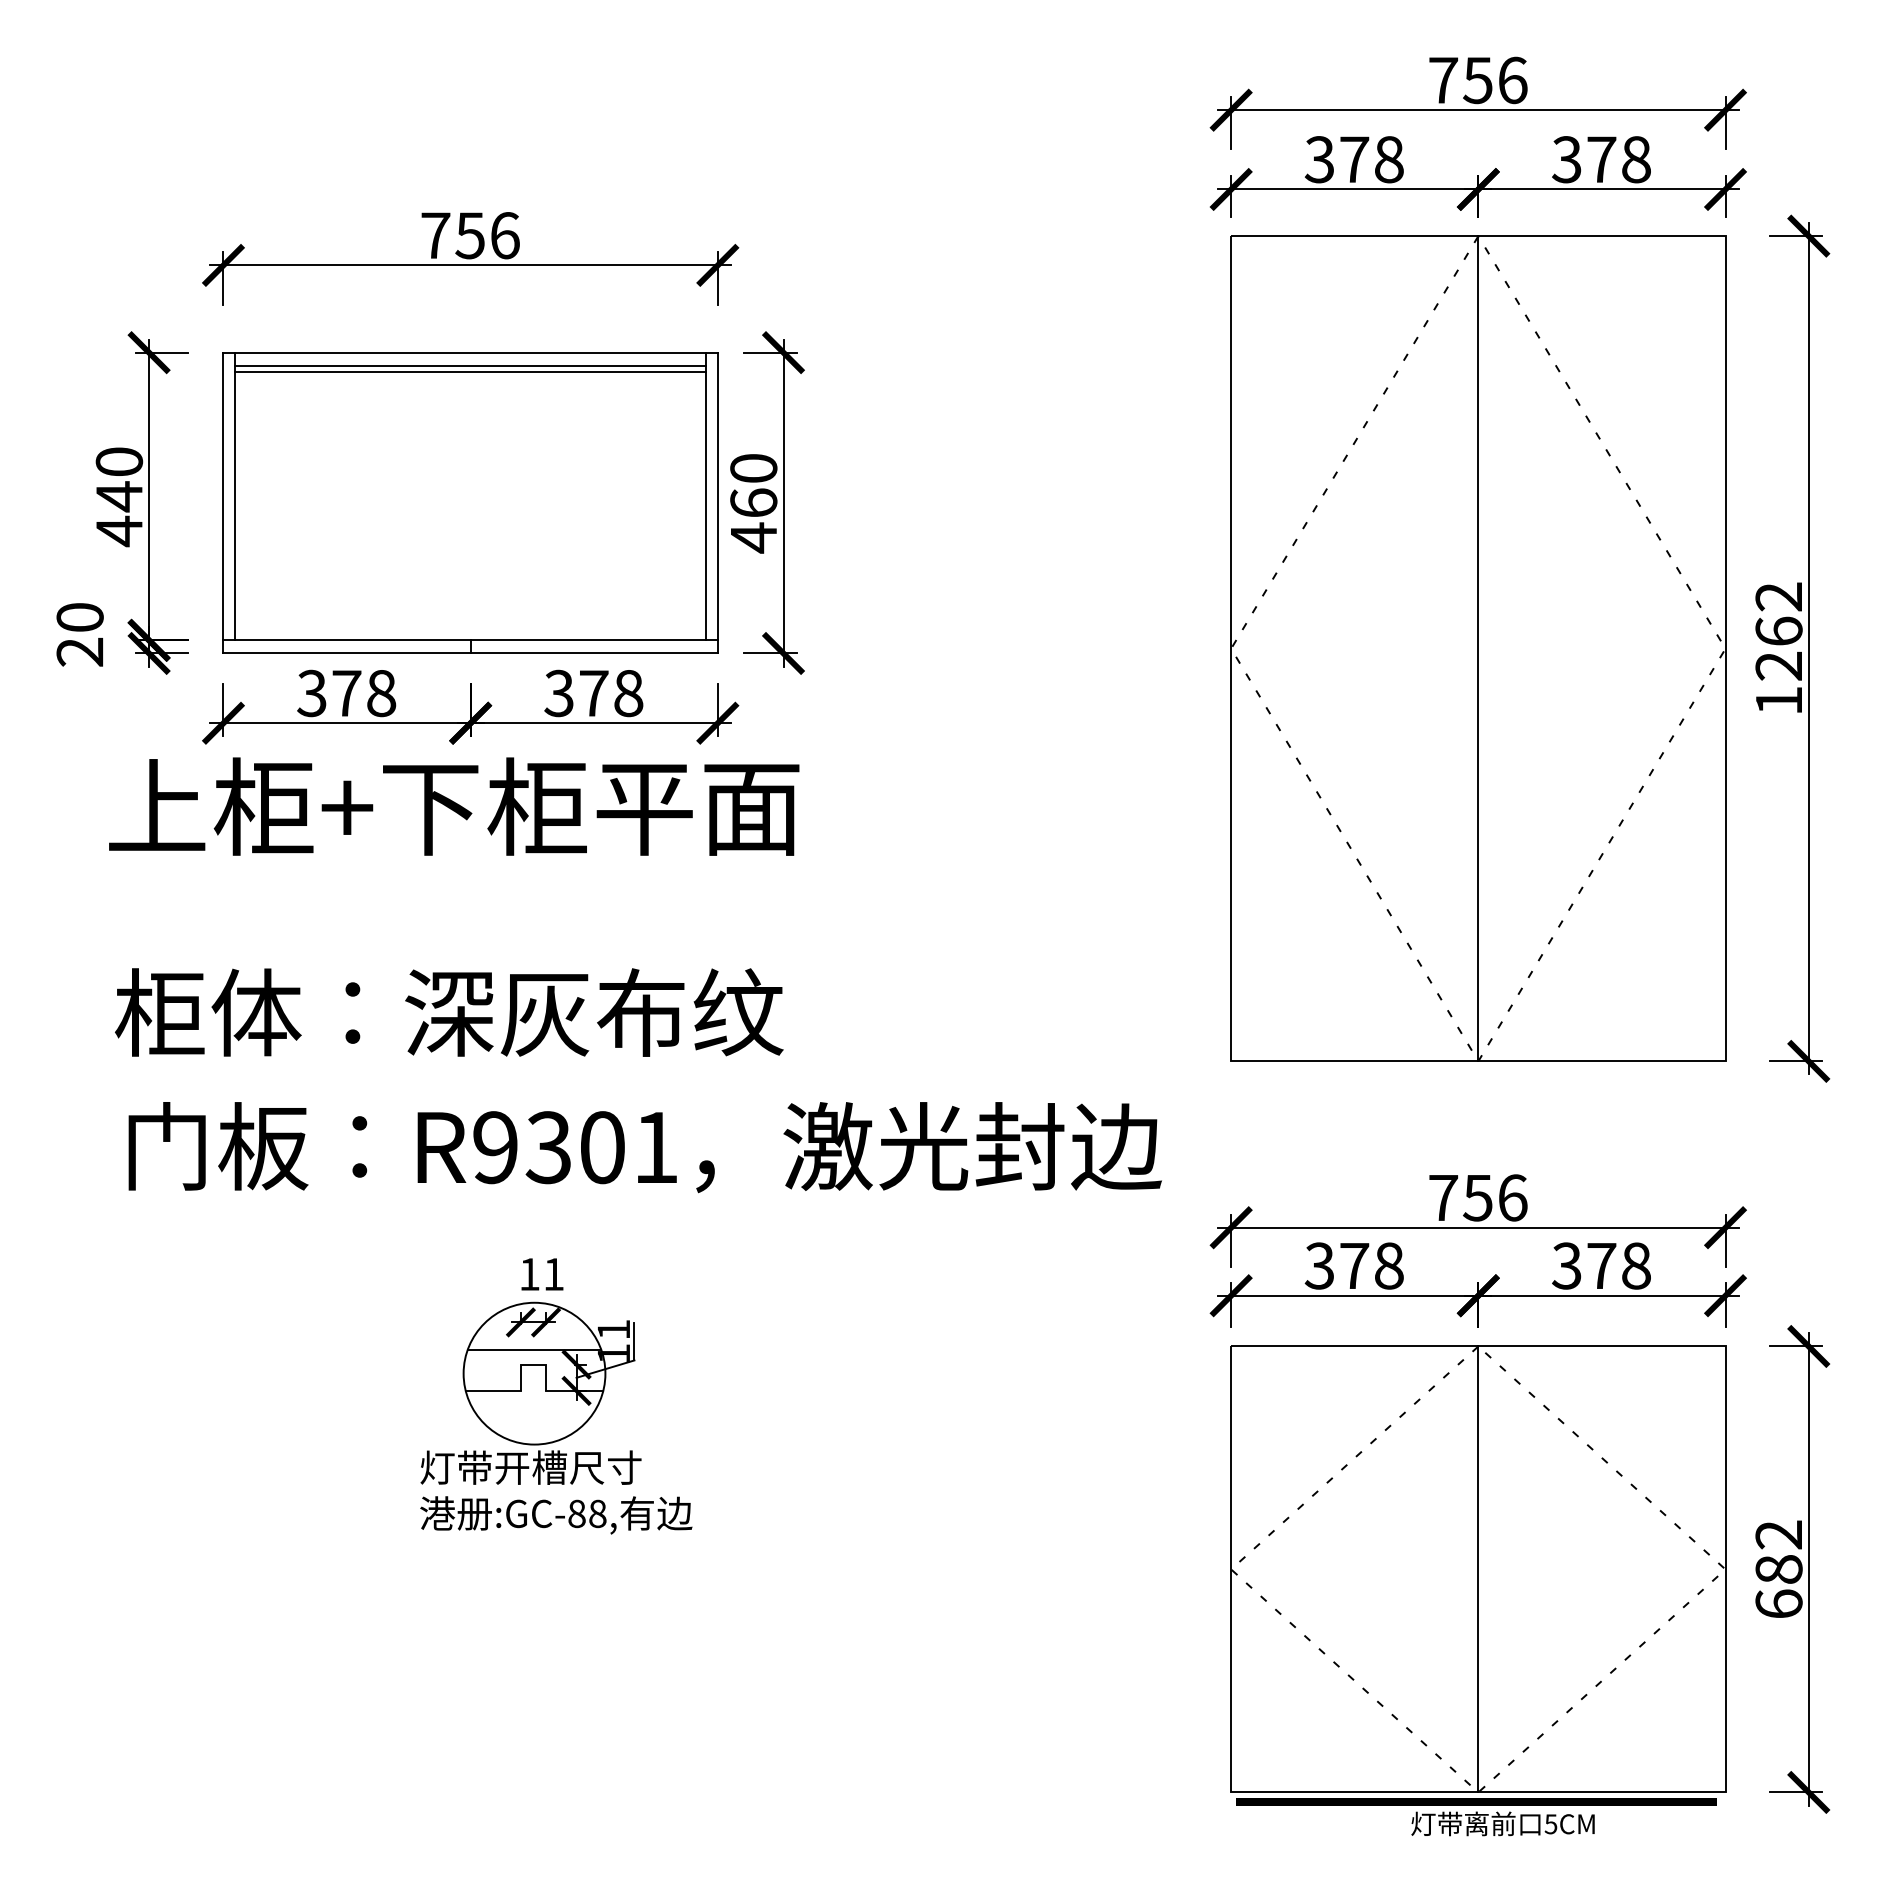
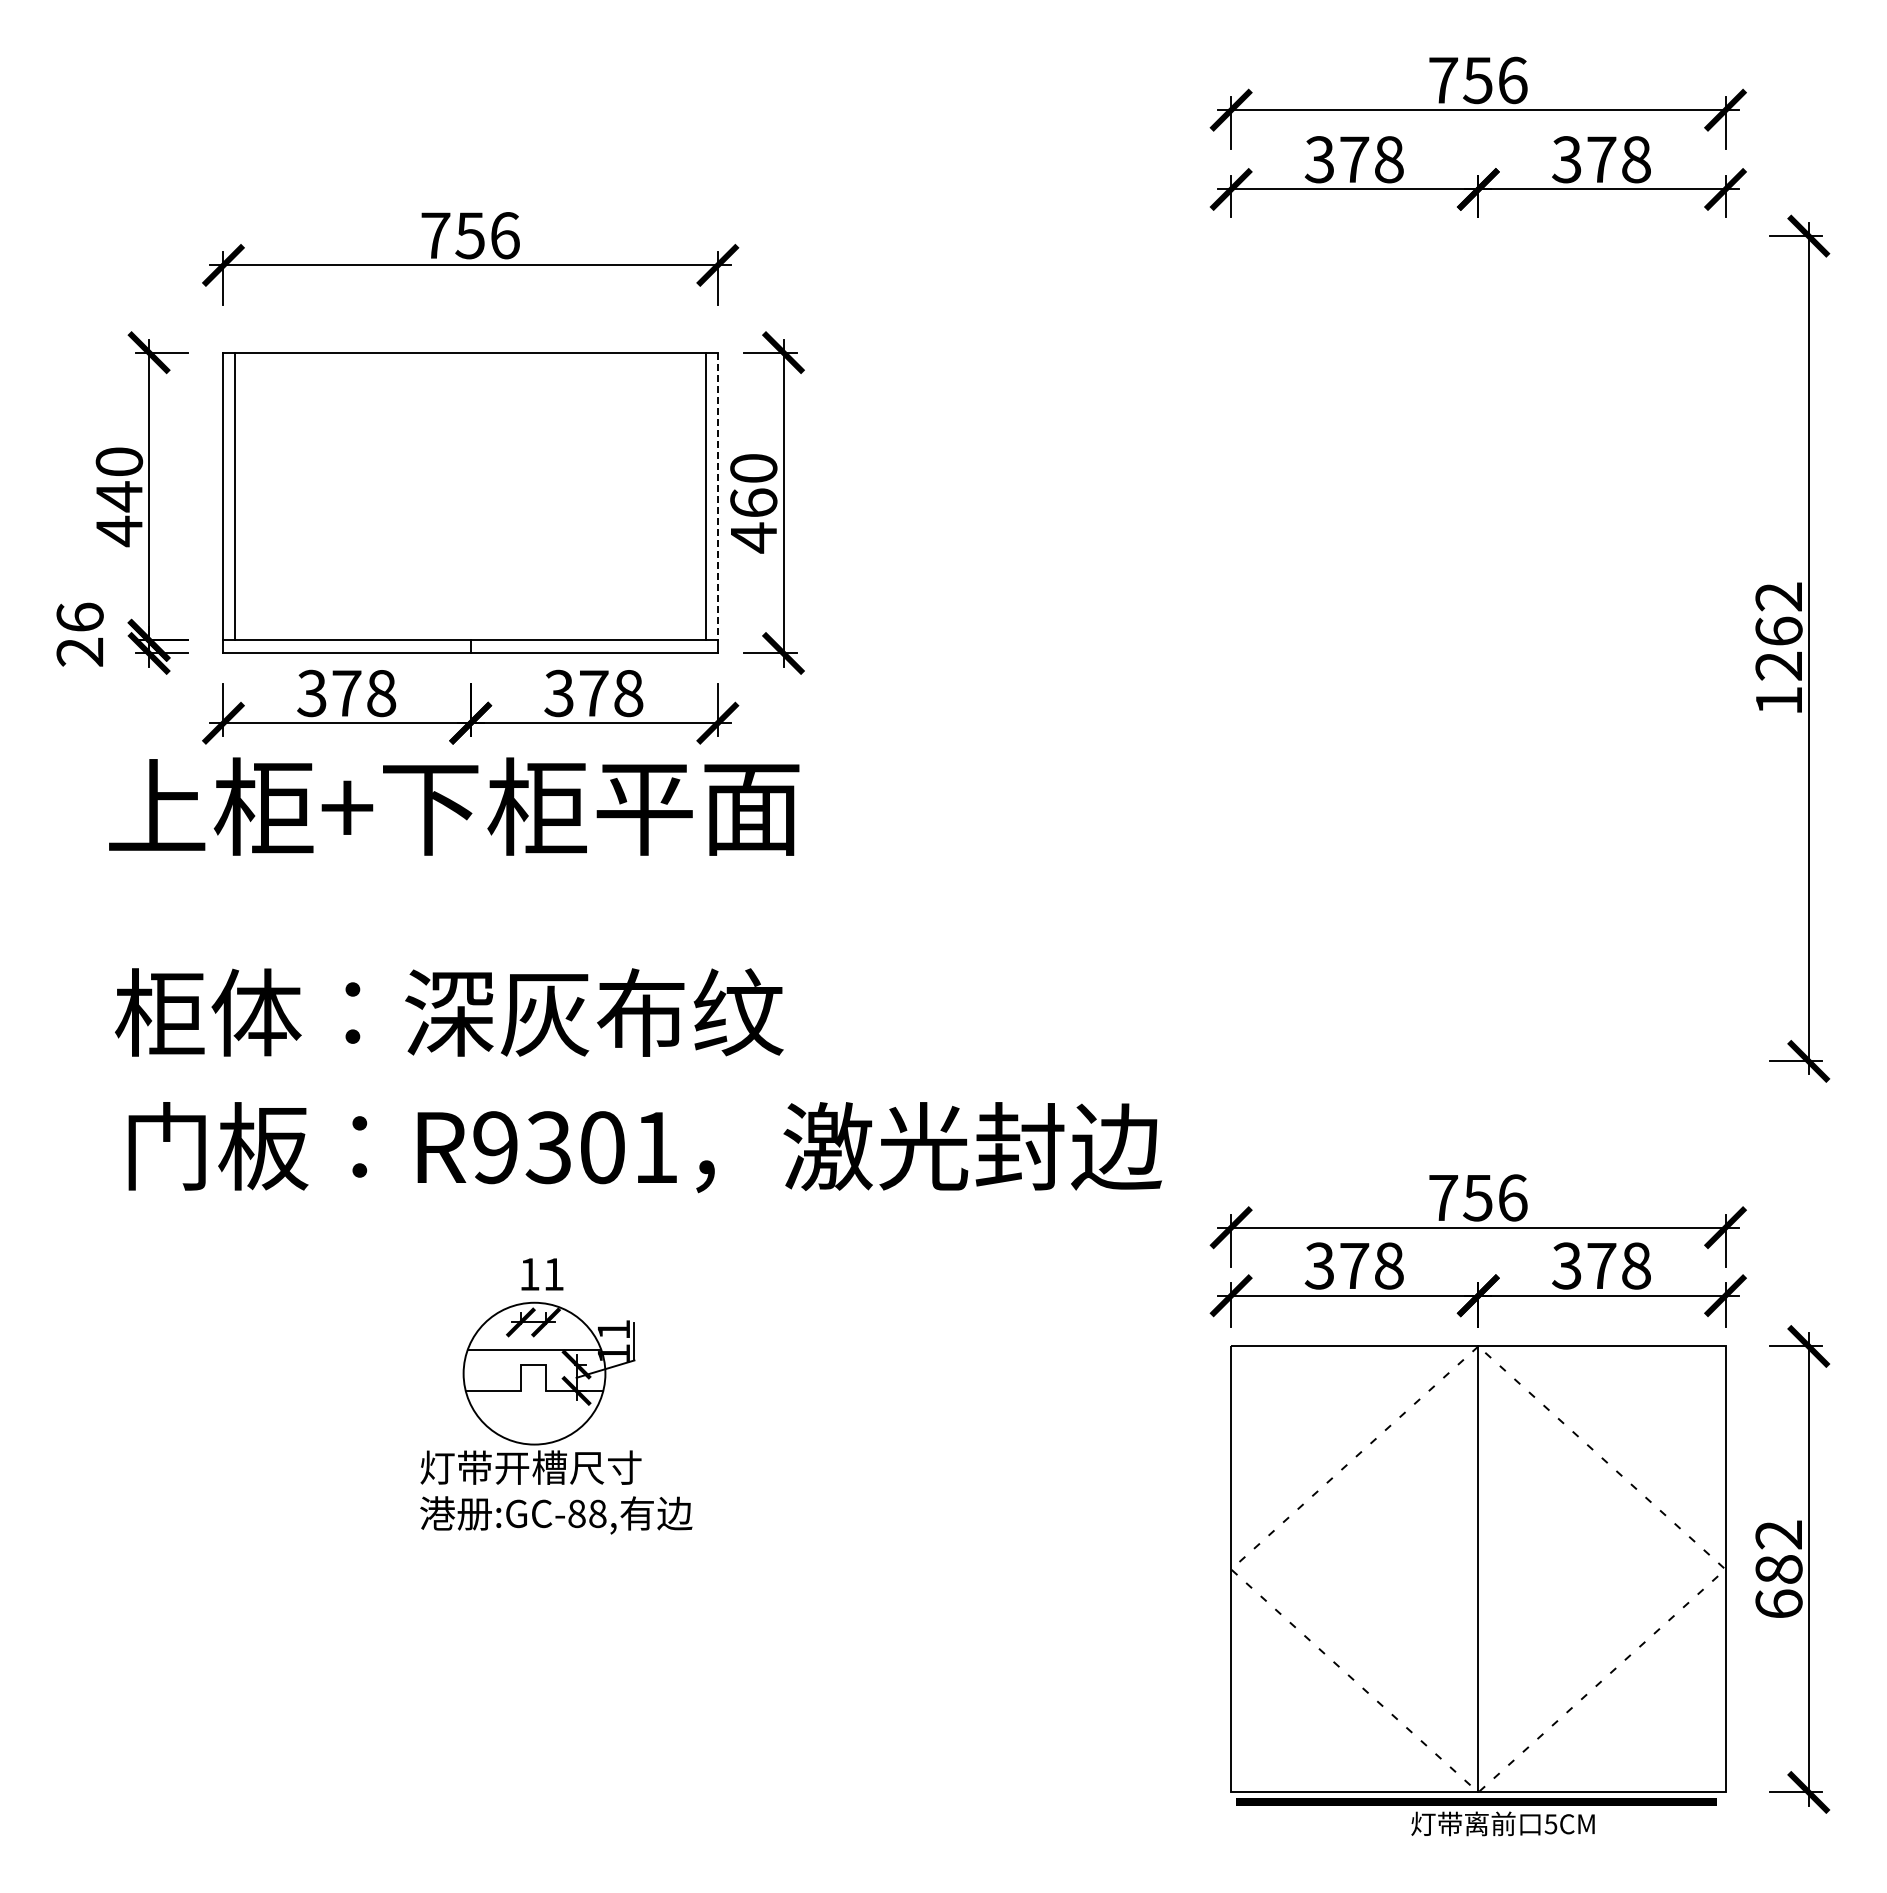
line at (470, 365): present -> none
line at (470, 371): present -> none
line at (717, 496): solid -> dashed
text at (79, 616): 20 -> 26
part at (1478, 648): present -> none
